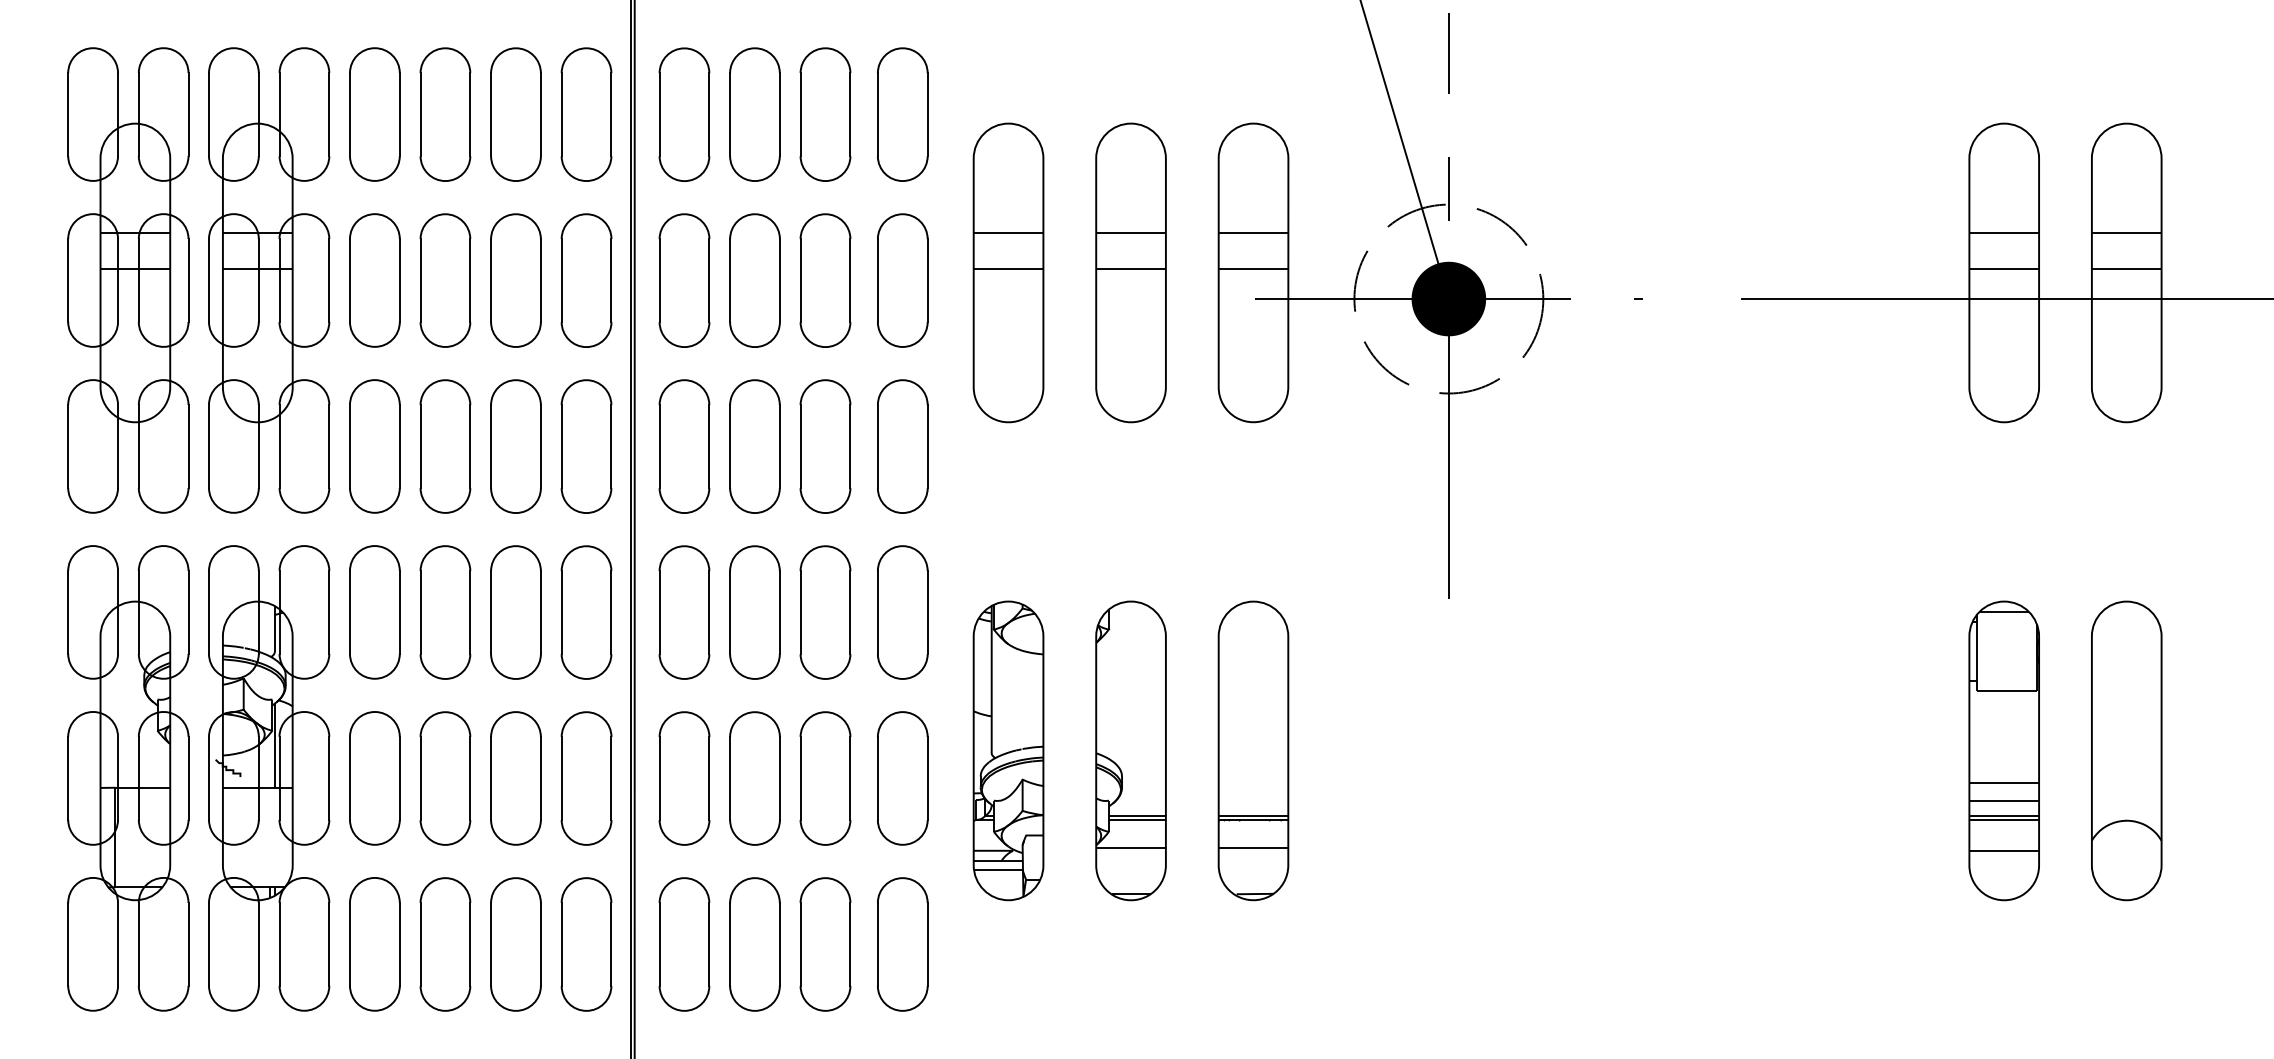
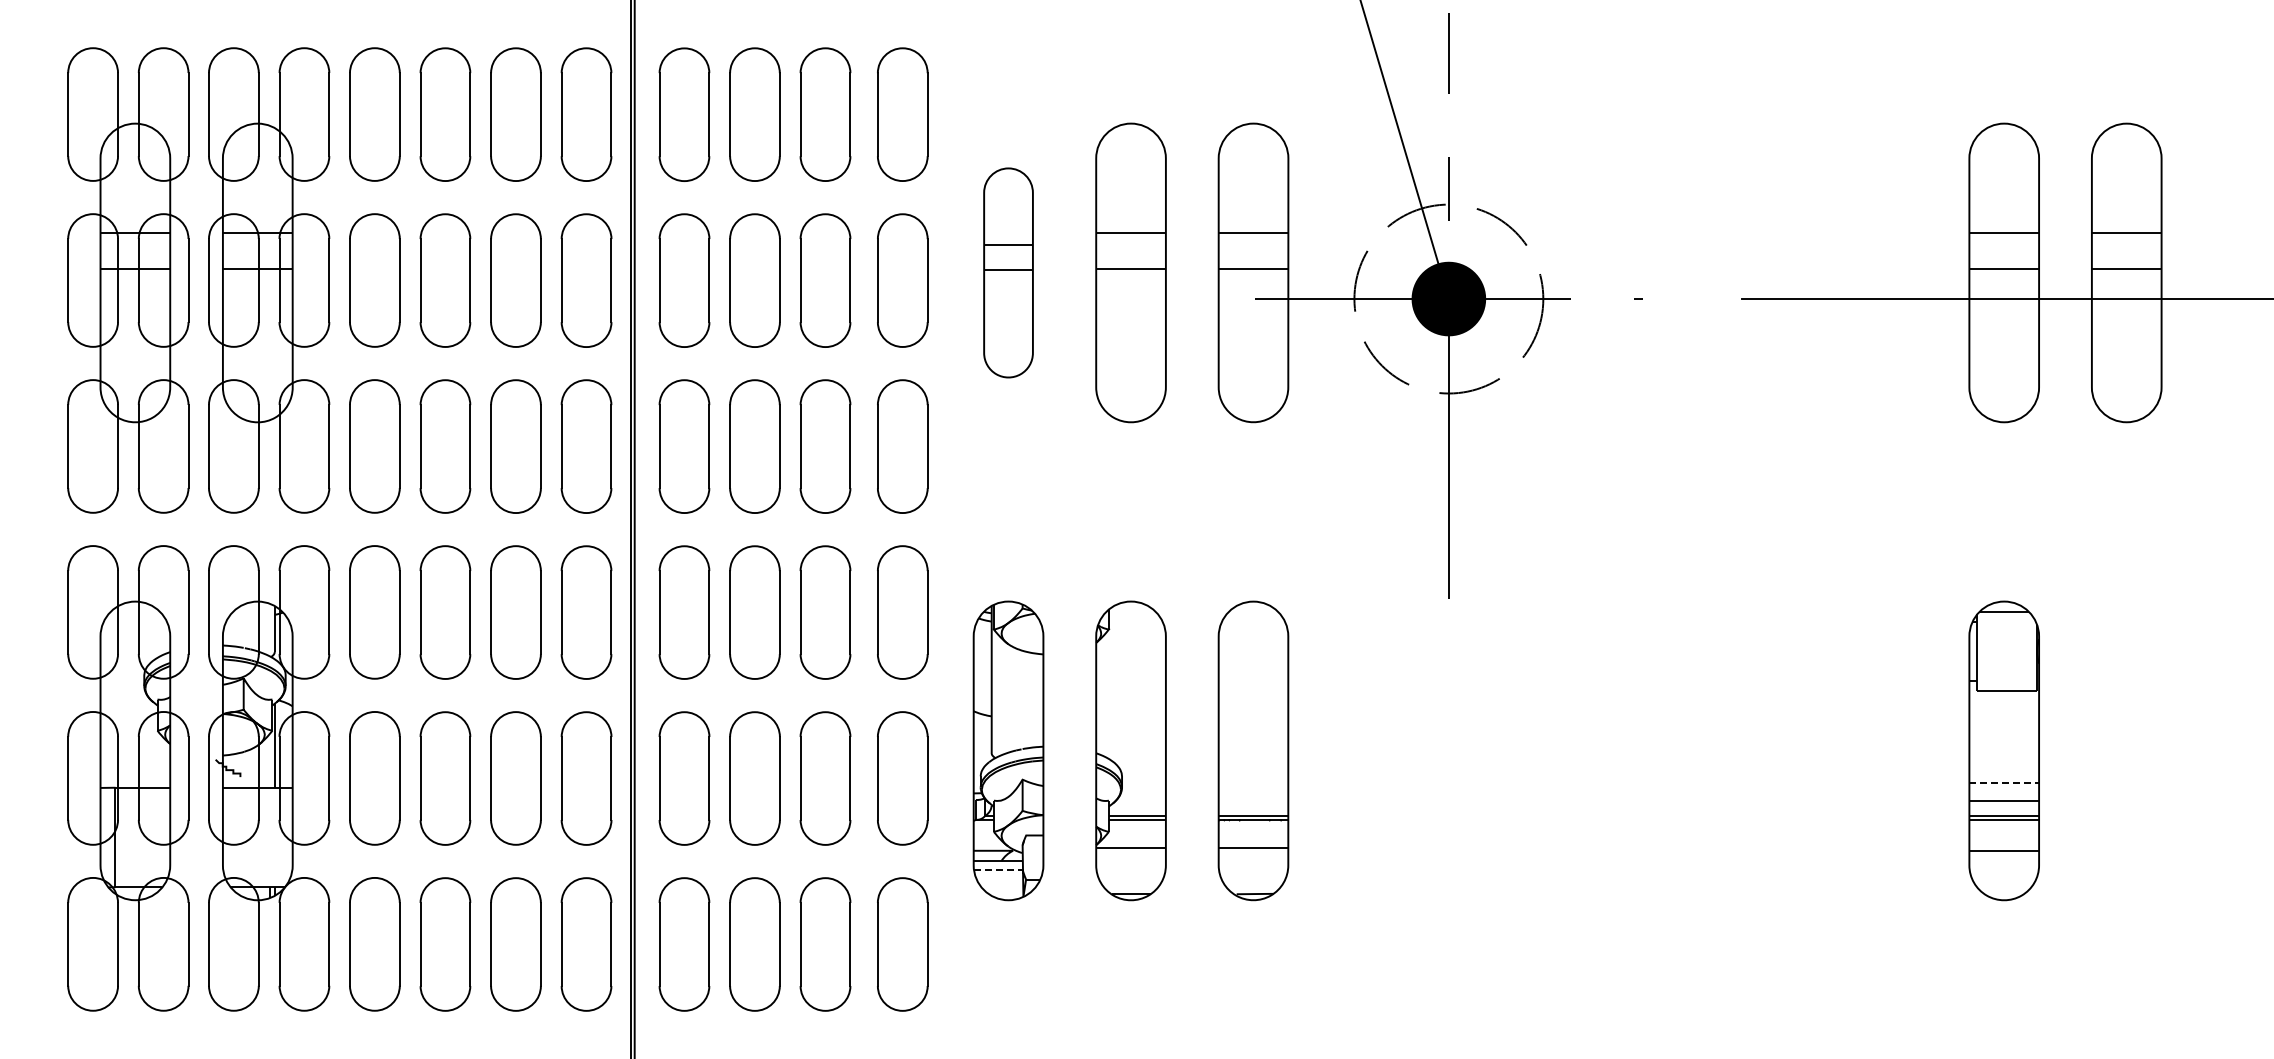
part at (1008, 272) size: 73x302 px -> 51x212 px
part at (2126, 750): present -> none
line at (2004, 783): solid -> dashed
line at (998, 869): solid -> dashed
